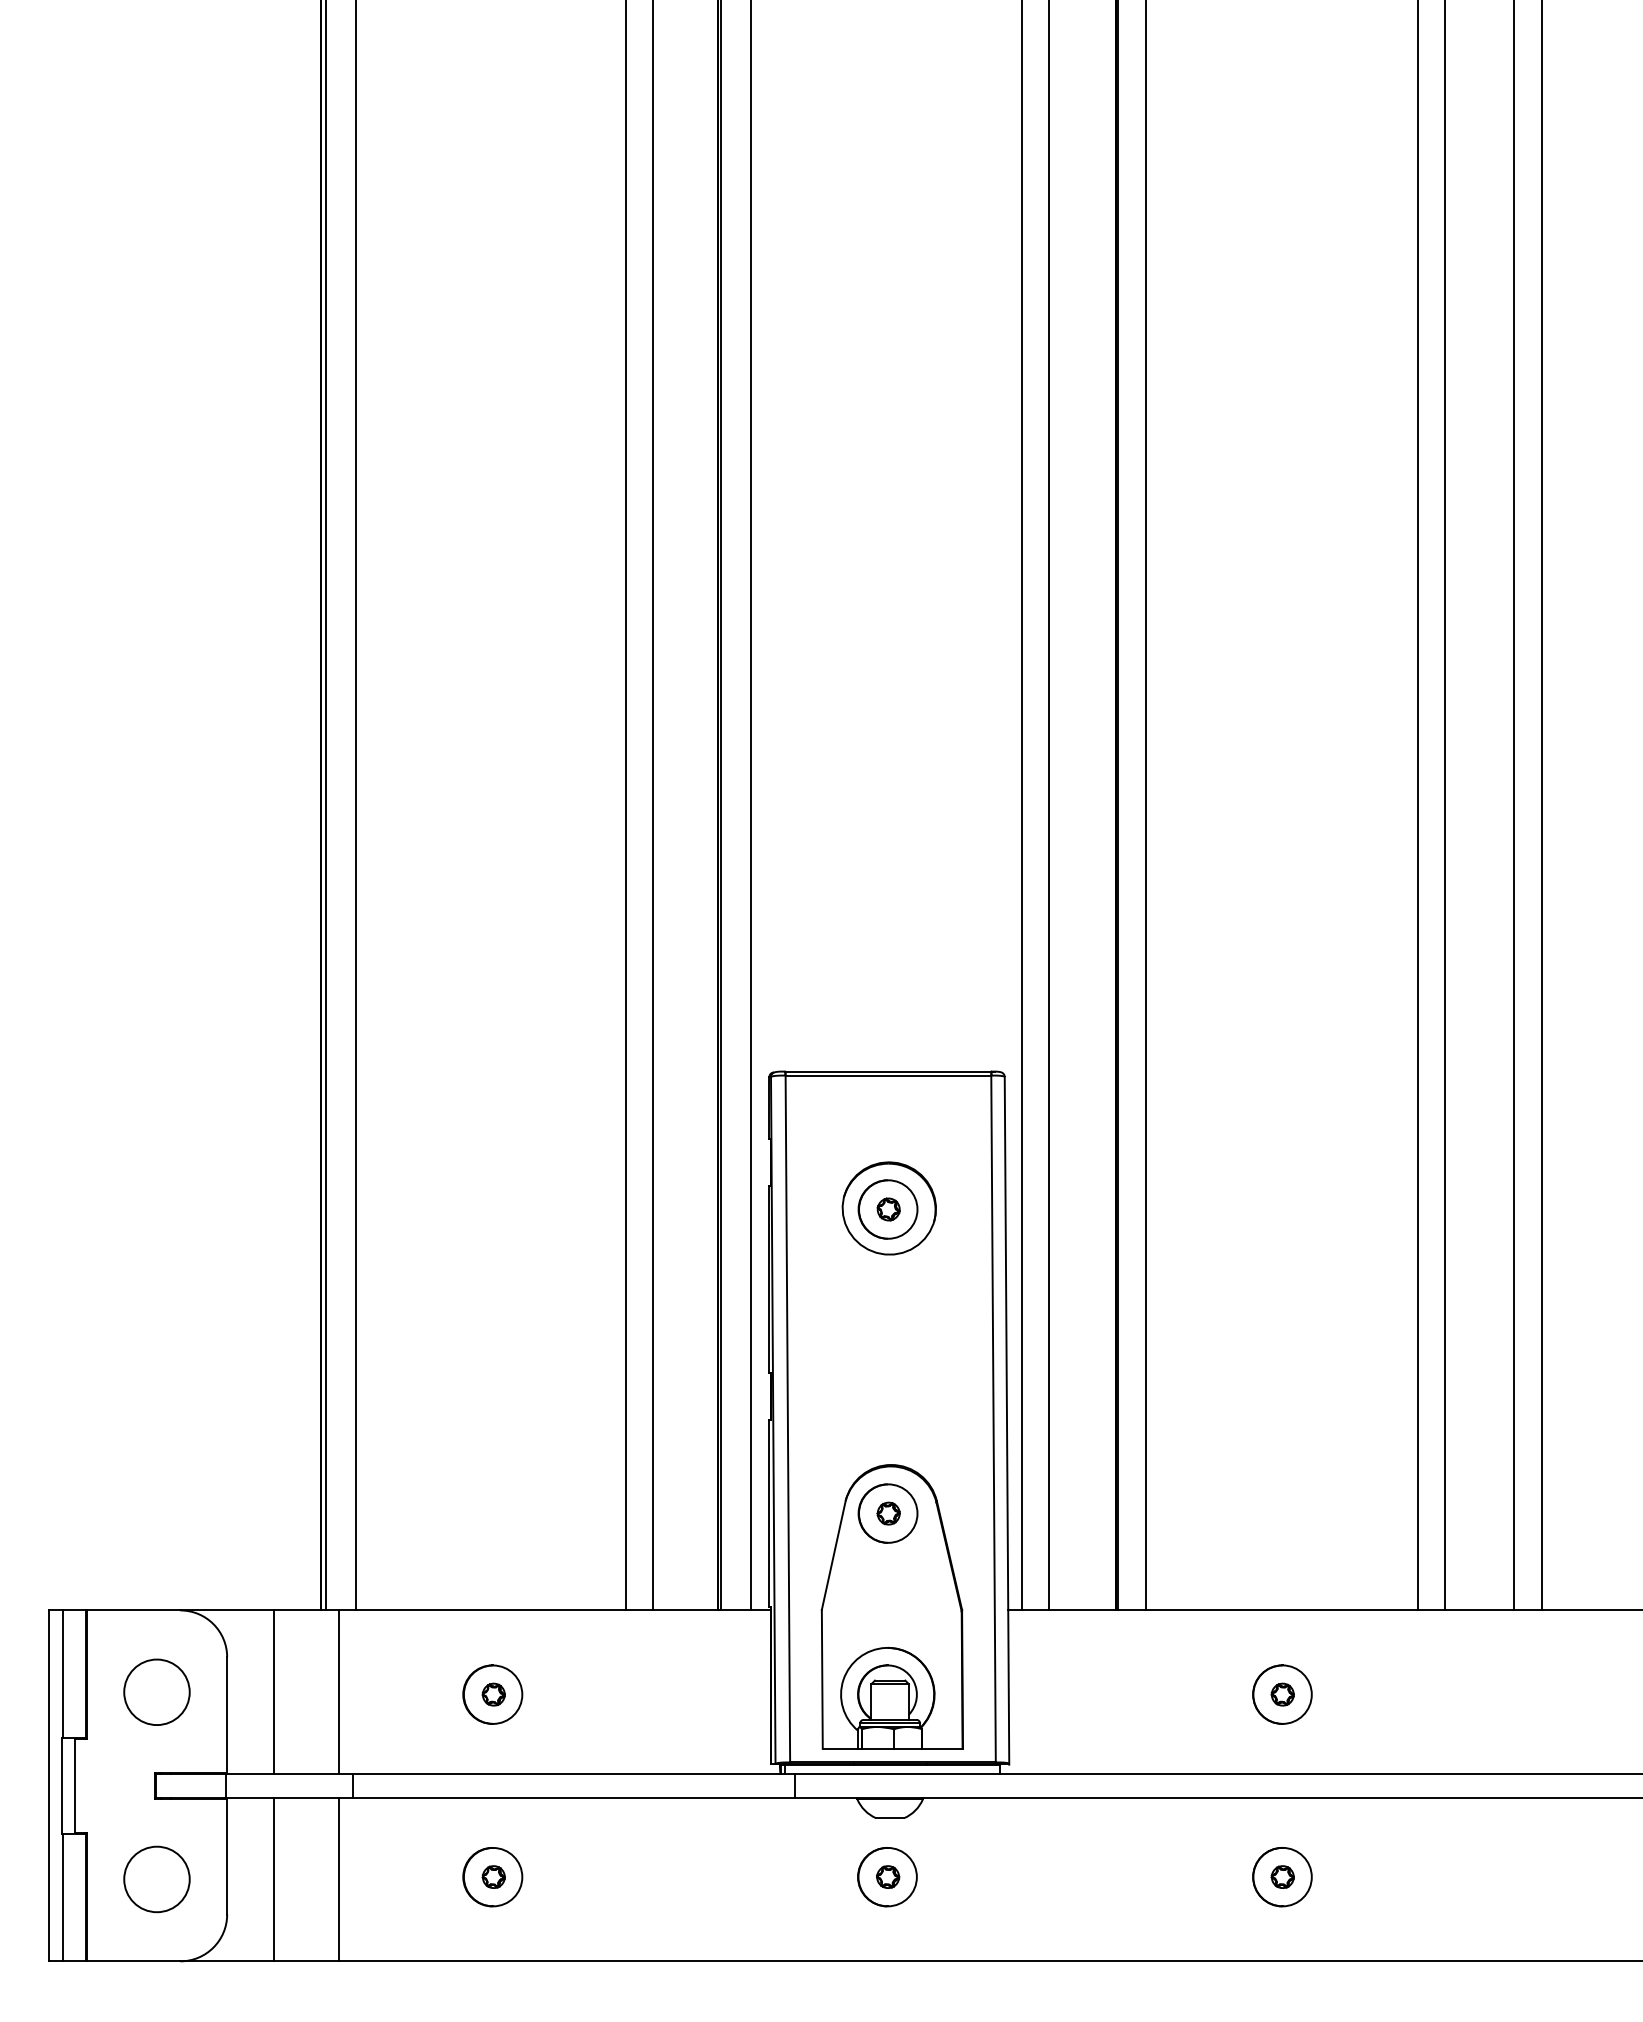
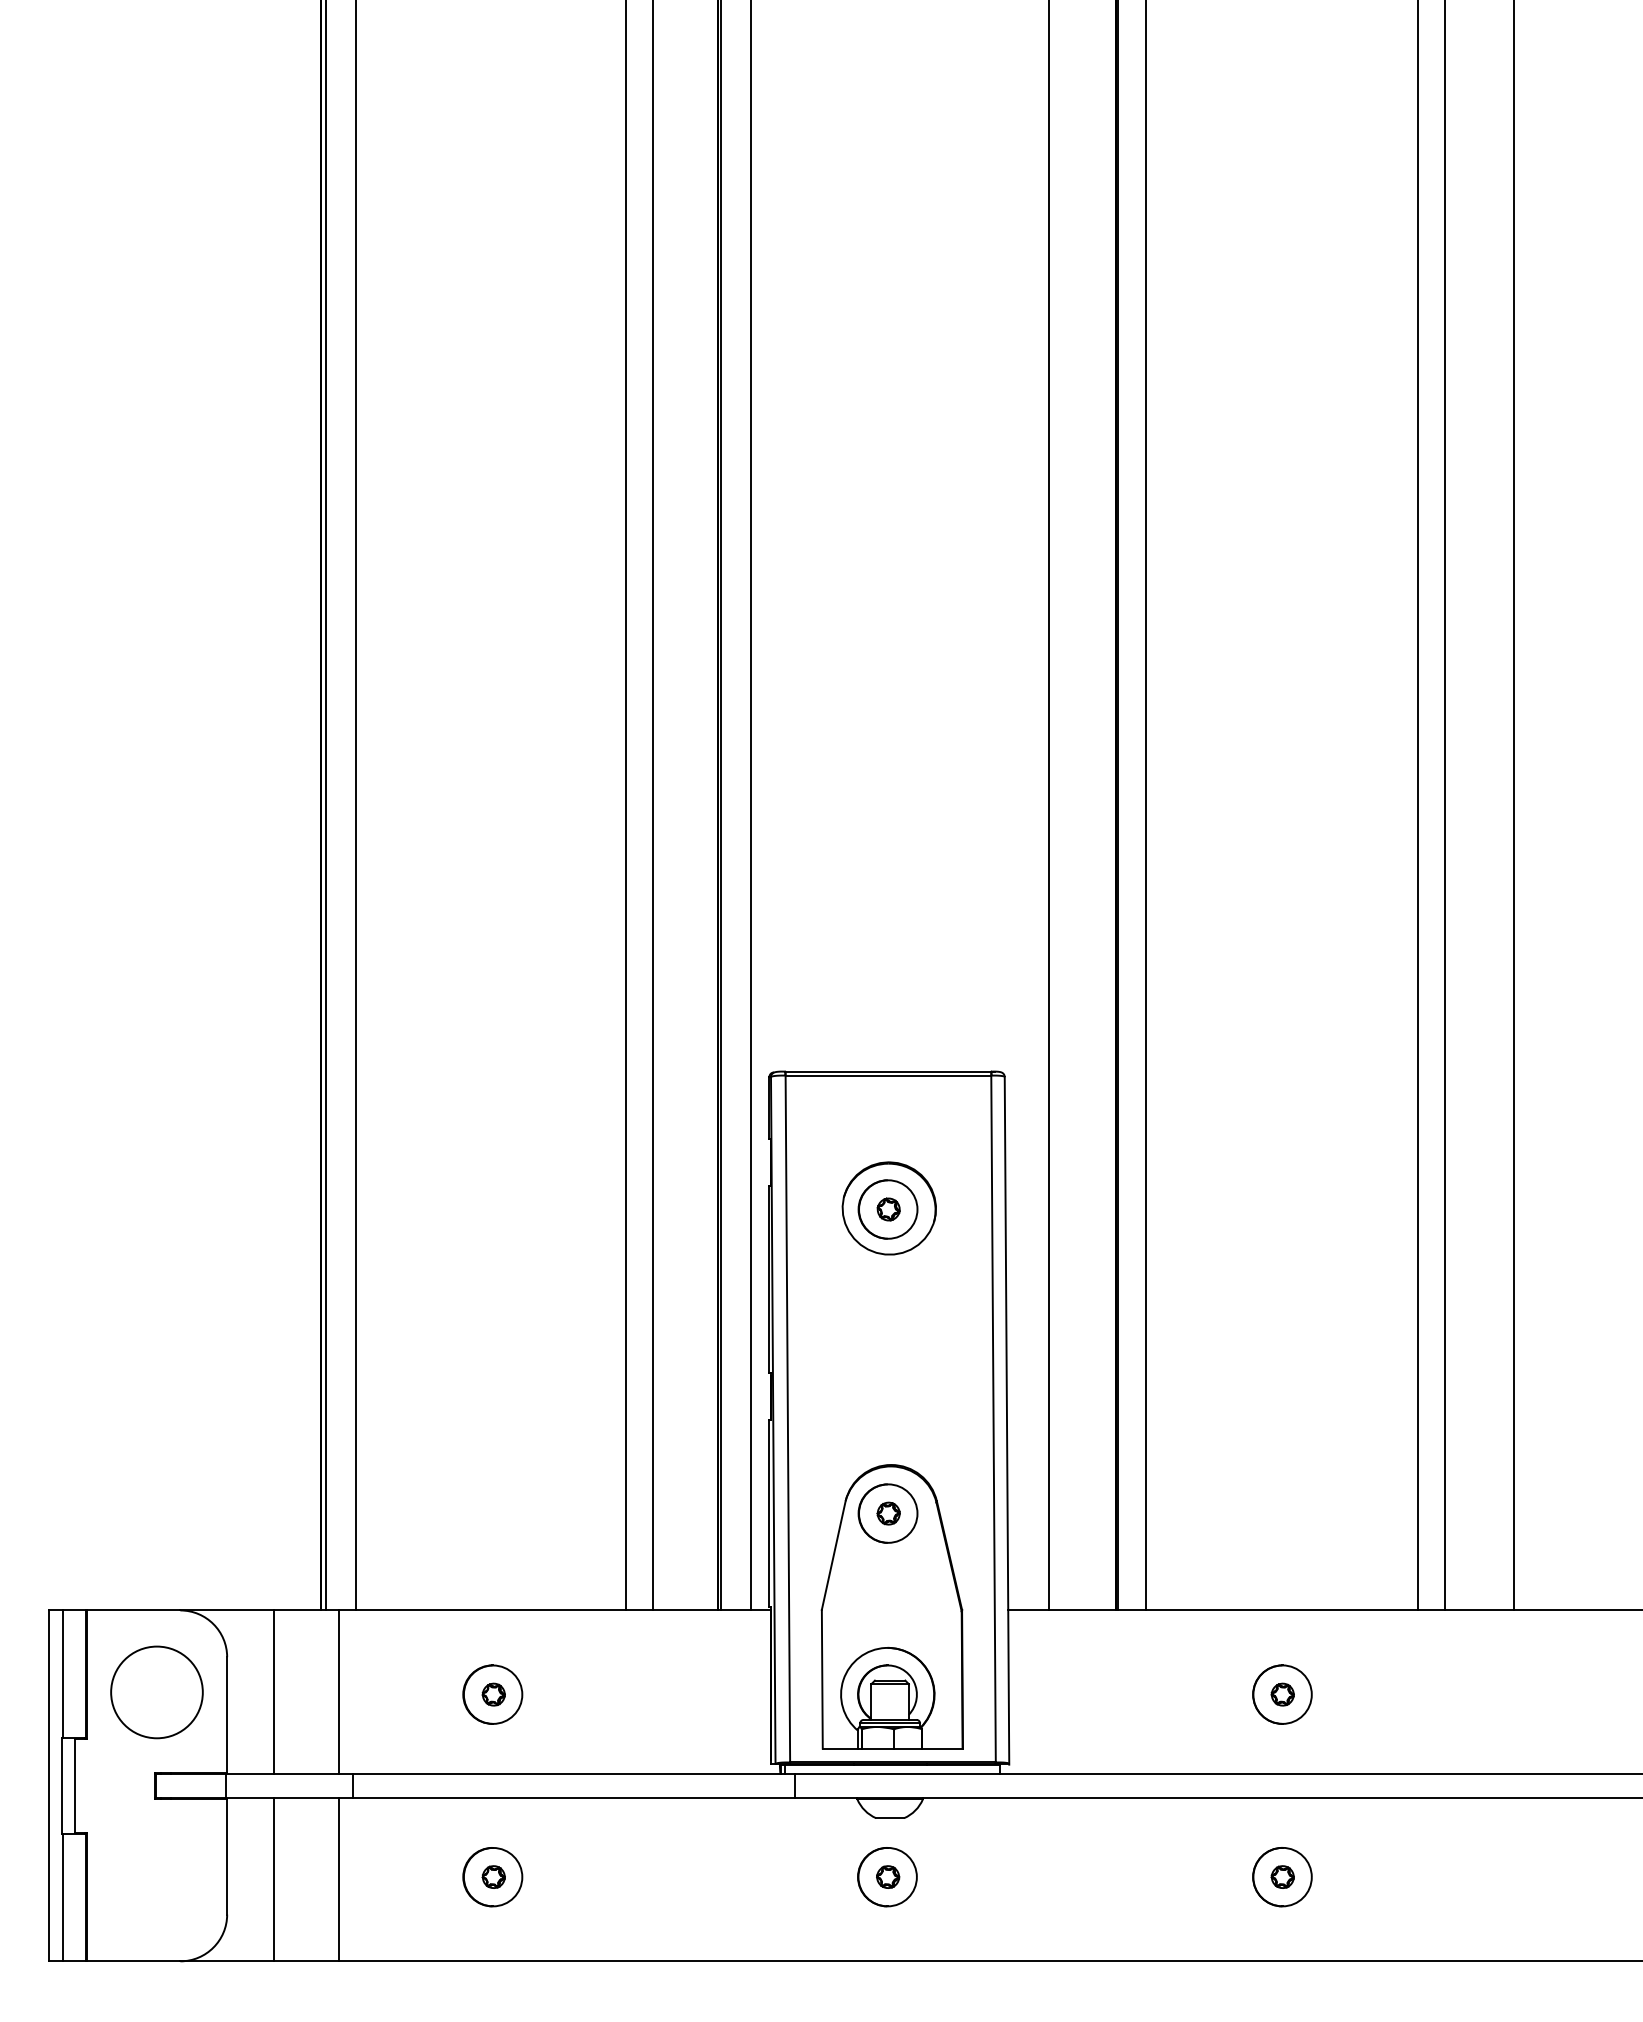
line at (1021, 806): present -> none
line at (1541, 806): present -> none
circle at (156, 1691) size: 68x68 px -> 94x95 px
circle at (156, 1879): present -> none
